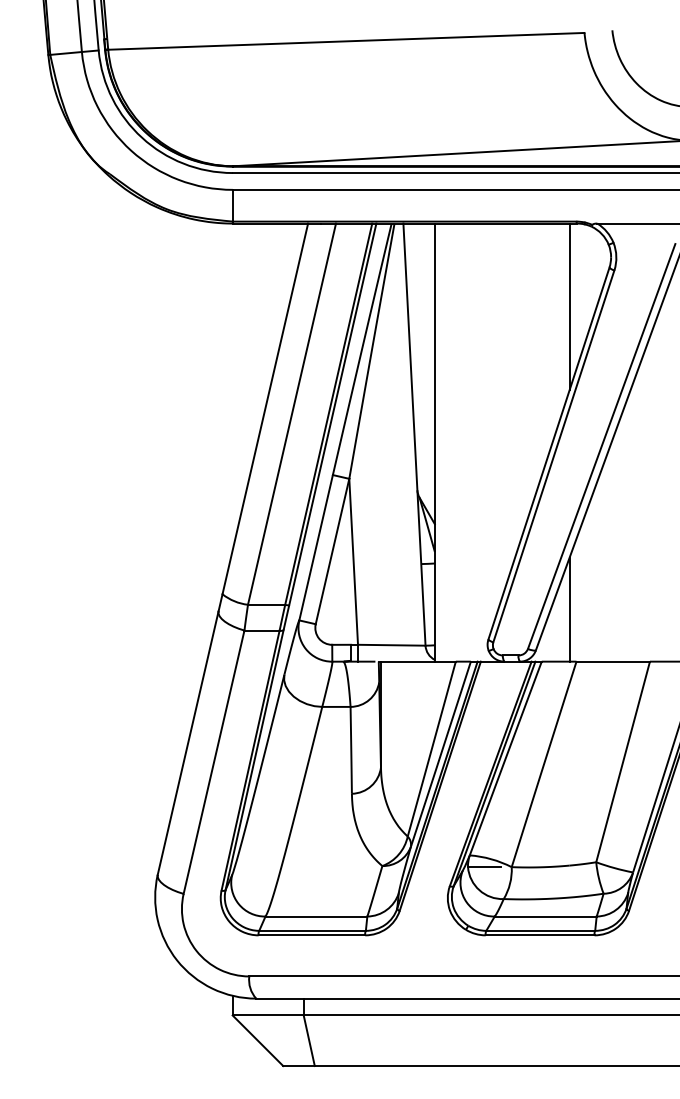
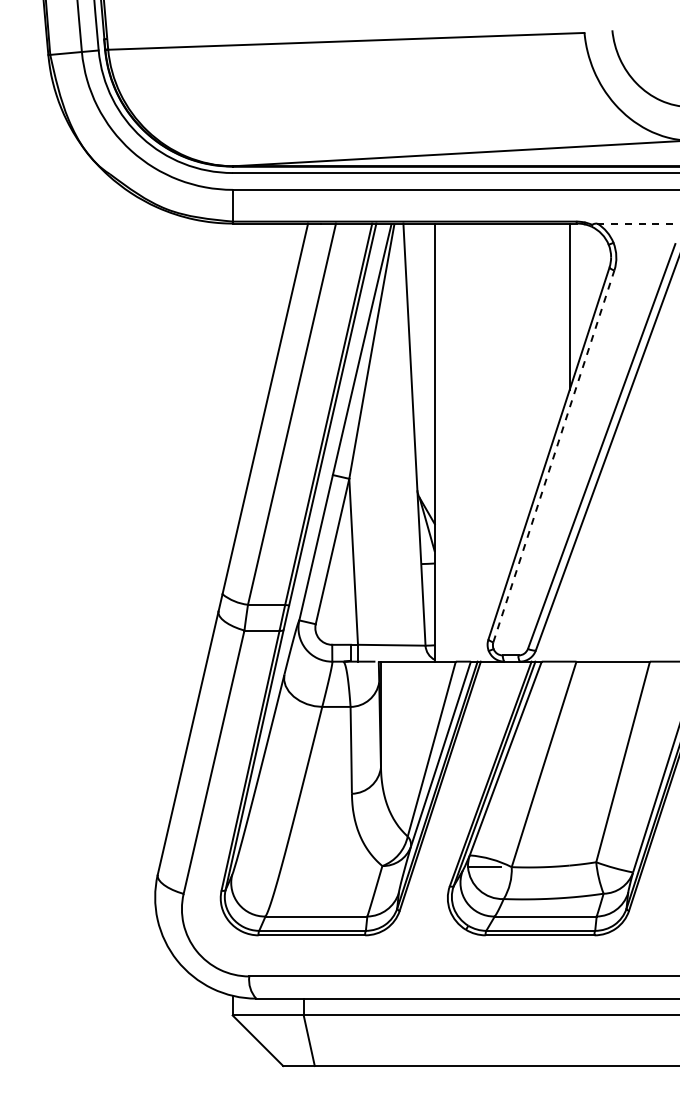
line at (639, 223): solid -> dashed
line at (553, 456): solid -> dashed
line at (569, 609): present -> none
